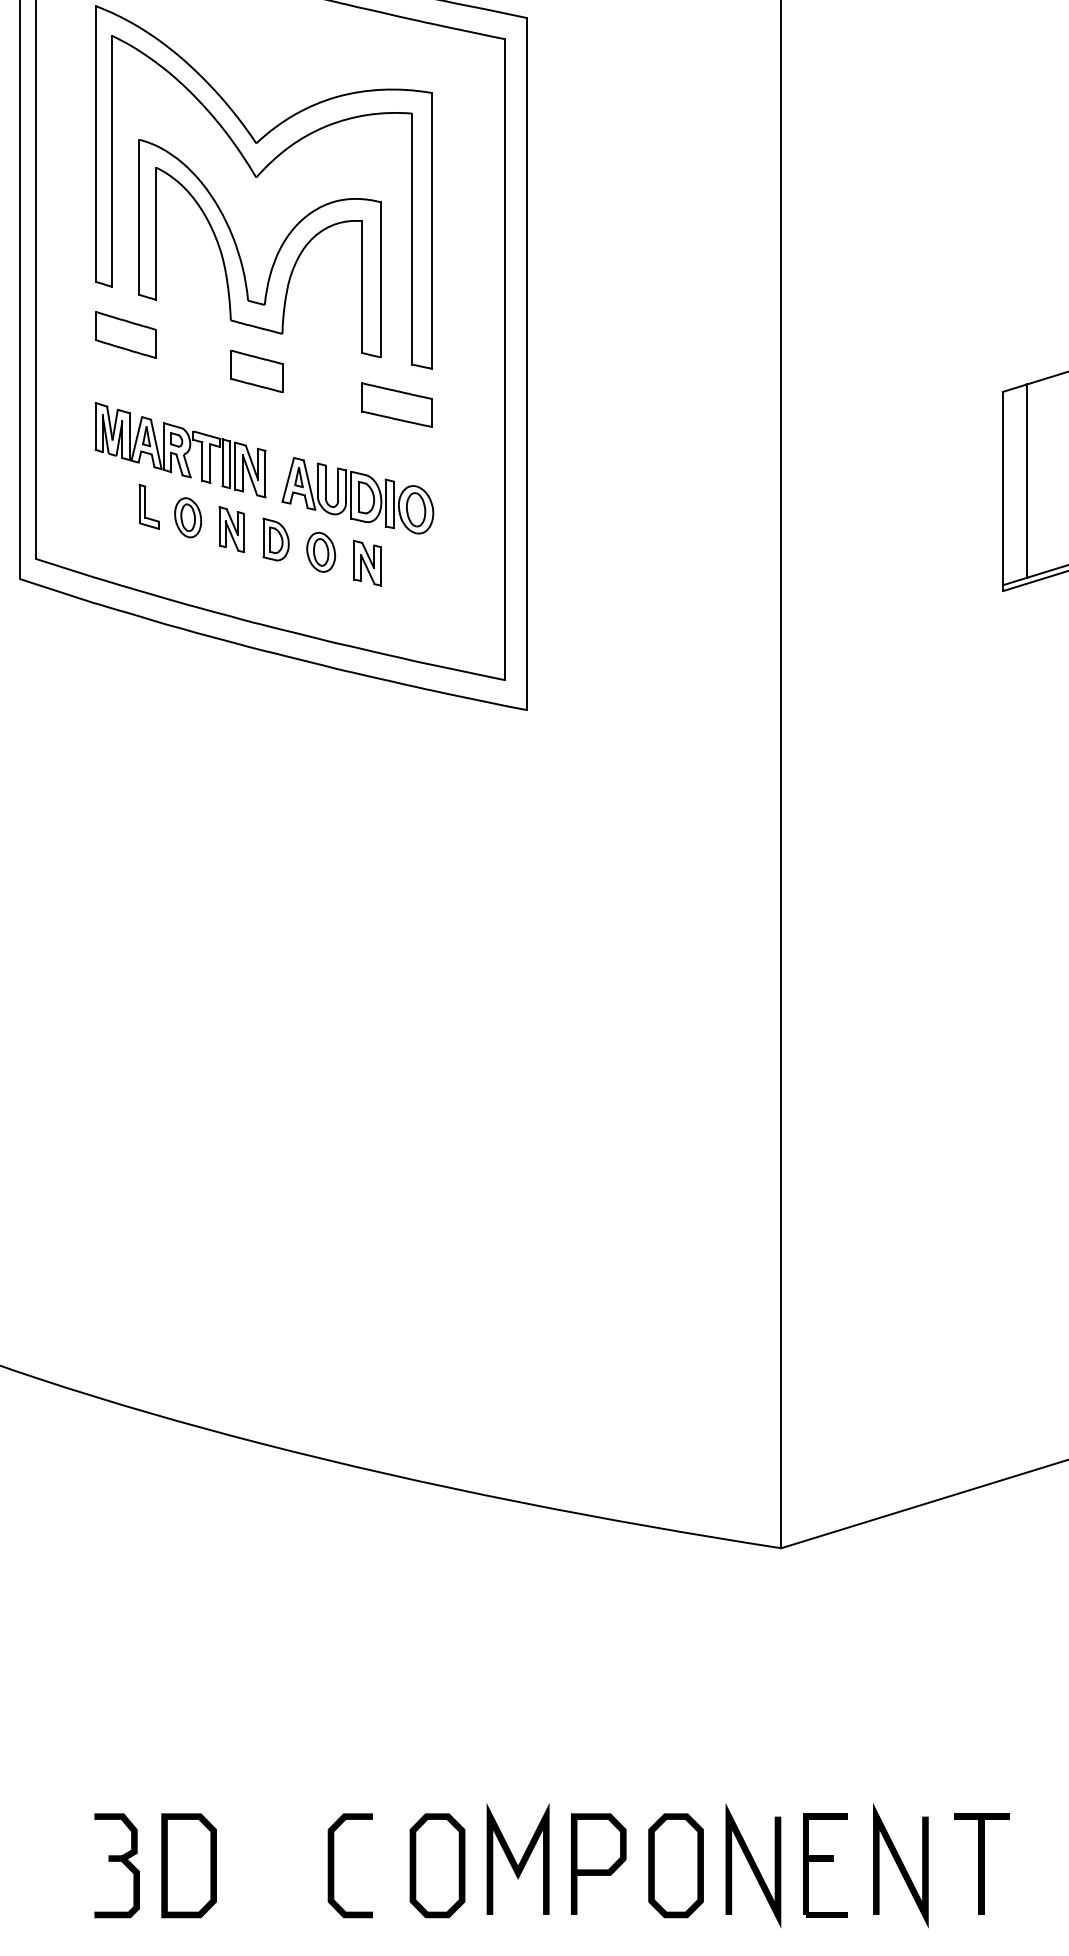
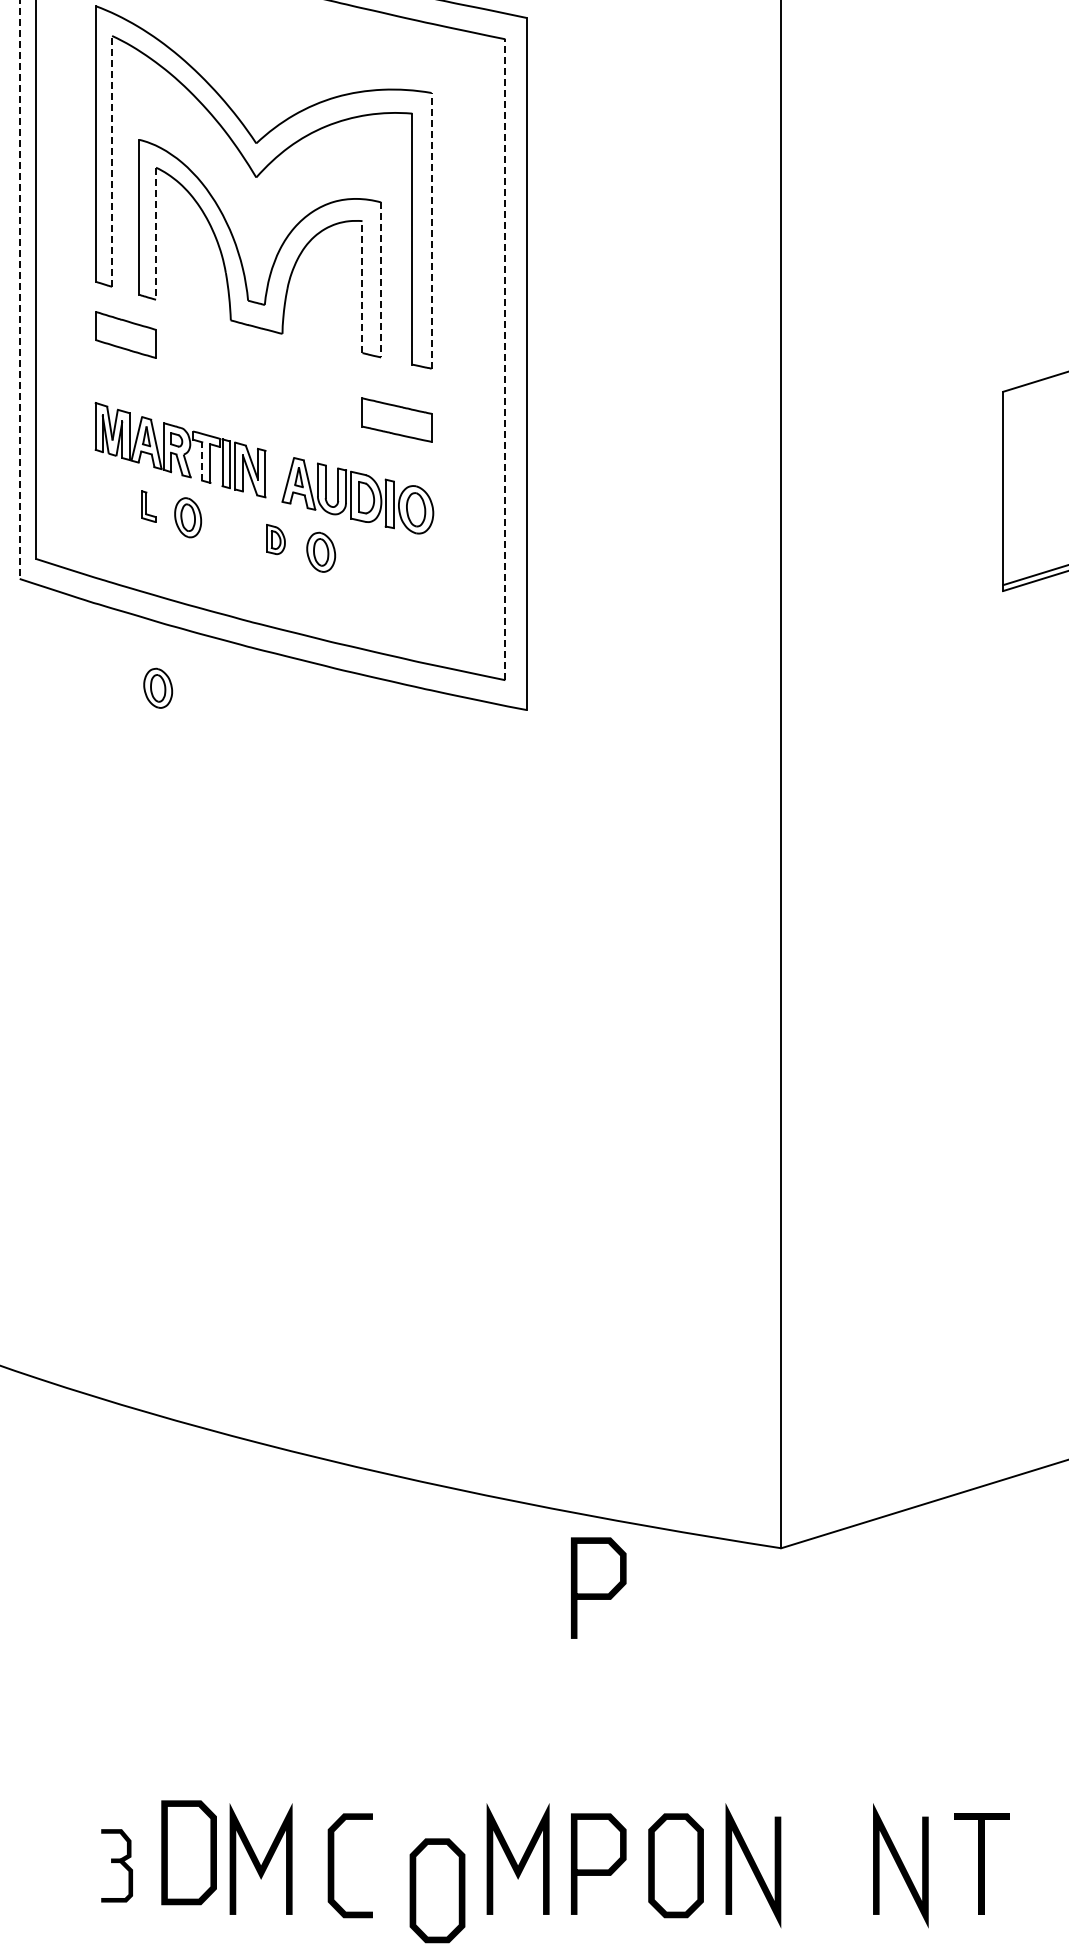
line at (112, 160): solid -> dashed
line at (431, 230): solid -> dashed
line at (156, 234): solid -> dashed
line at (381, 280): solid -> dashed
line at (362, 286): solid -> dashed
line at (19, 290): solid -> dashed
line at (505, 359): solid -> dashed
part at (256, 370): present -> none
part at (396, 404) position: (396, 404) -> (396, 419)
line at (202, 461): solid -> dashed
line at (1027, 480): present -> none
part at (148, 506) size: 22x47 px -> 16x33 px
part at (231, 529): present -> none
part at (275, 539) size: 28x45 px -> 20x32 px
part at (367, 563): present -> none
part at (158, 687): none -> present
curve at (598, 1593): none -> present
line at (258, 1859): none -> present
part at (116, 1865) size: 46x106 px -> 32x74 px
part at (188, 1865) position: (188, 1865) -> (188, 1852)
part at (437, 1865) position: (437, 1865) -> (437, 1890)
part at (825, 1865): present -> none
